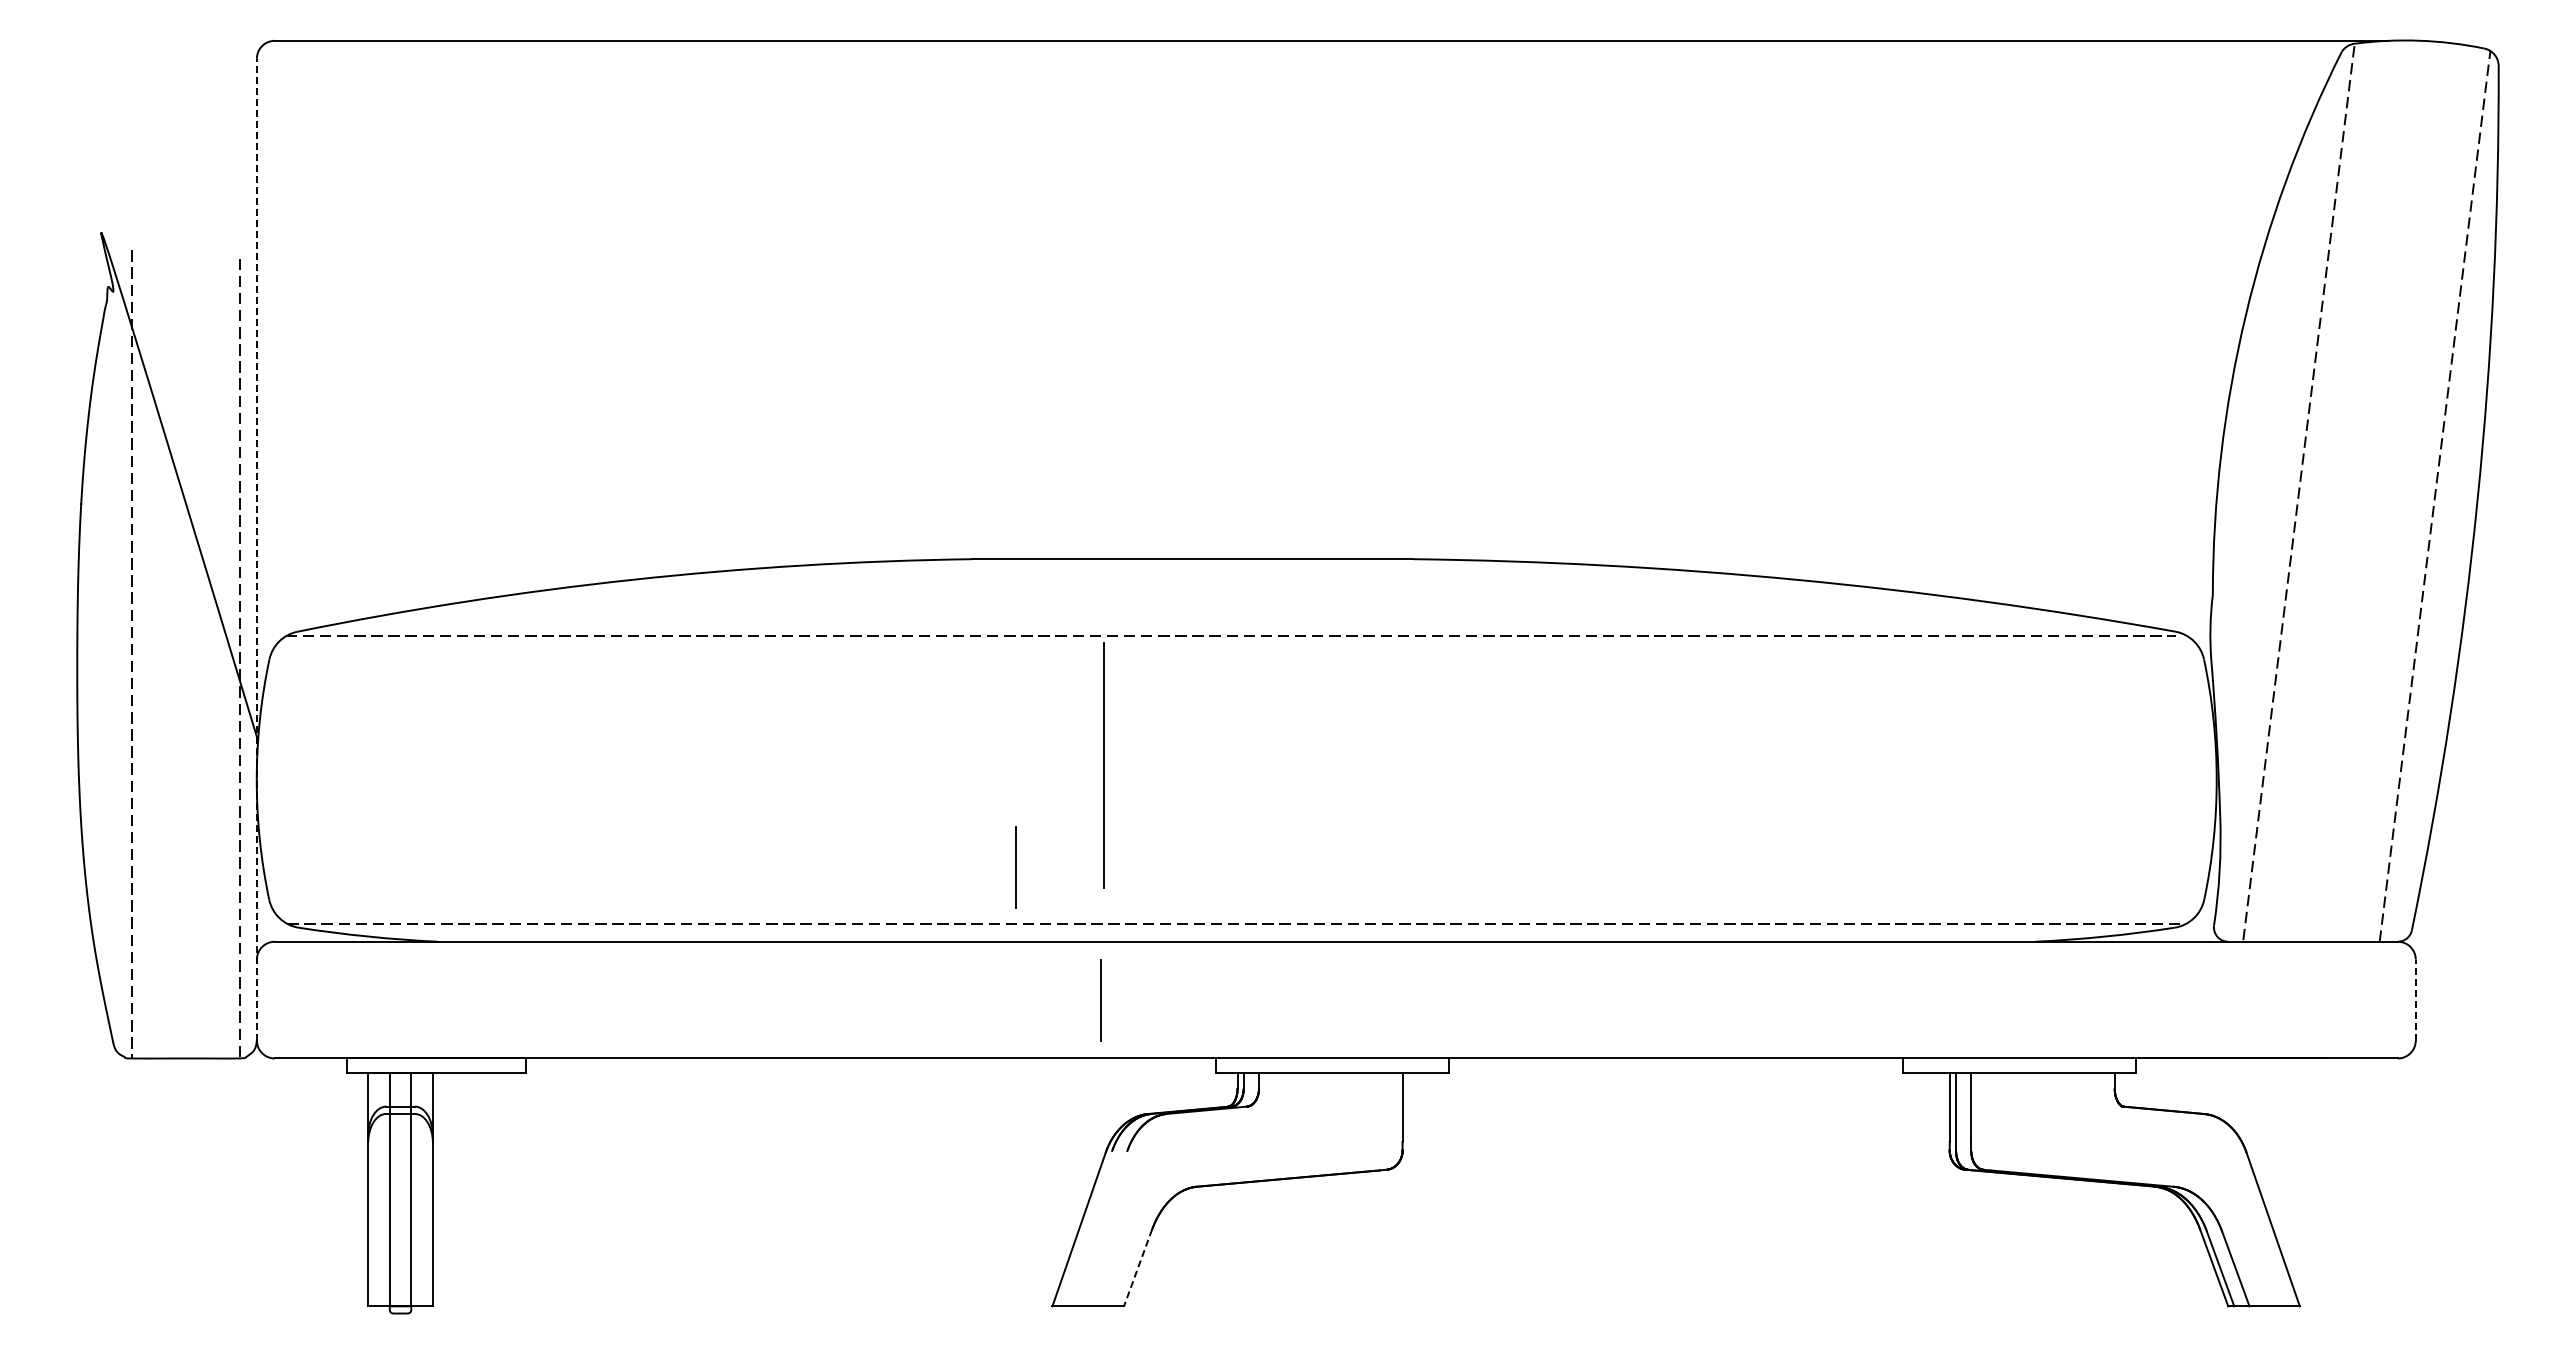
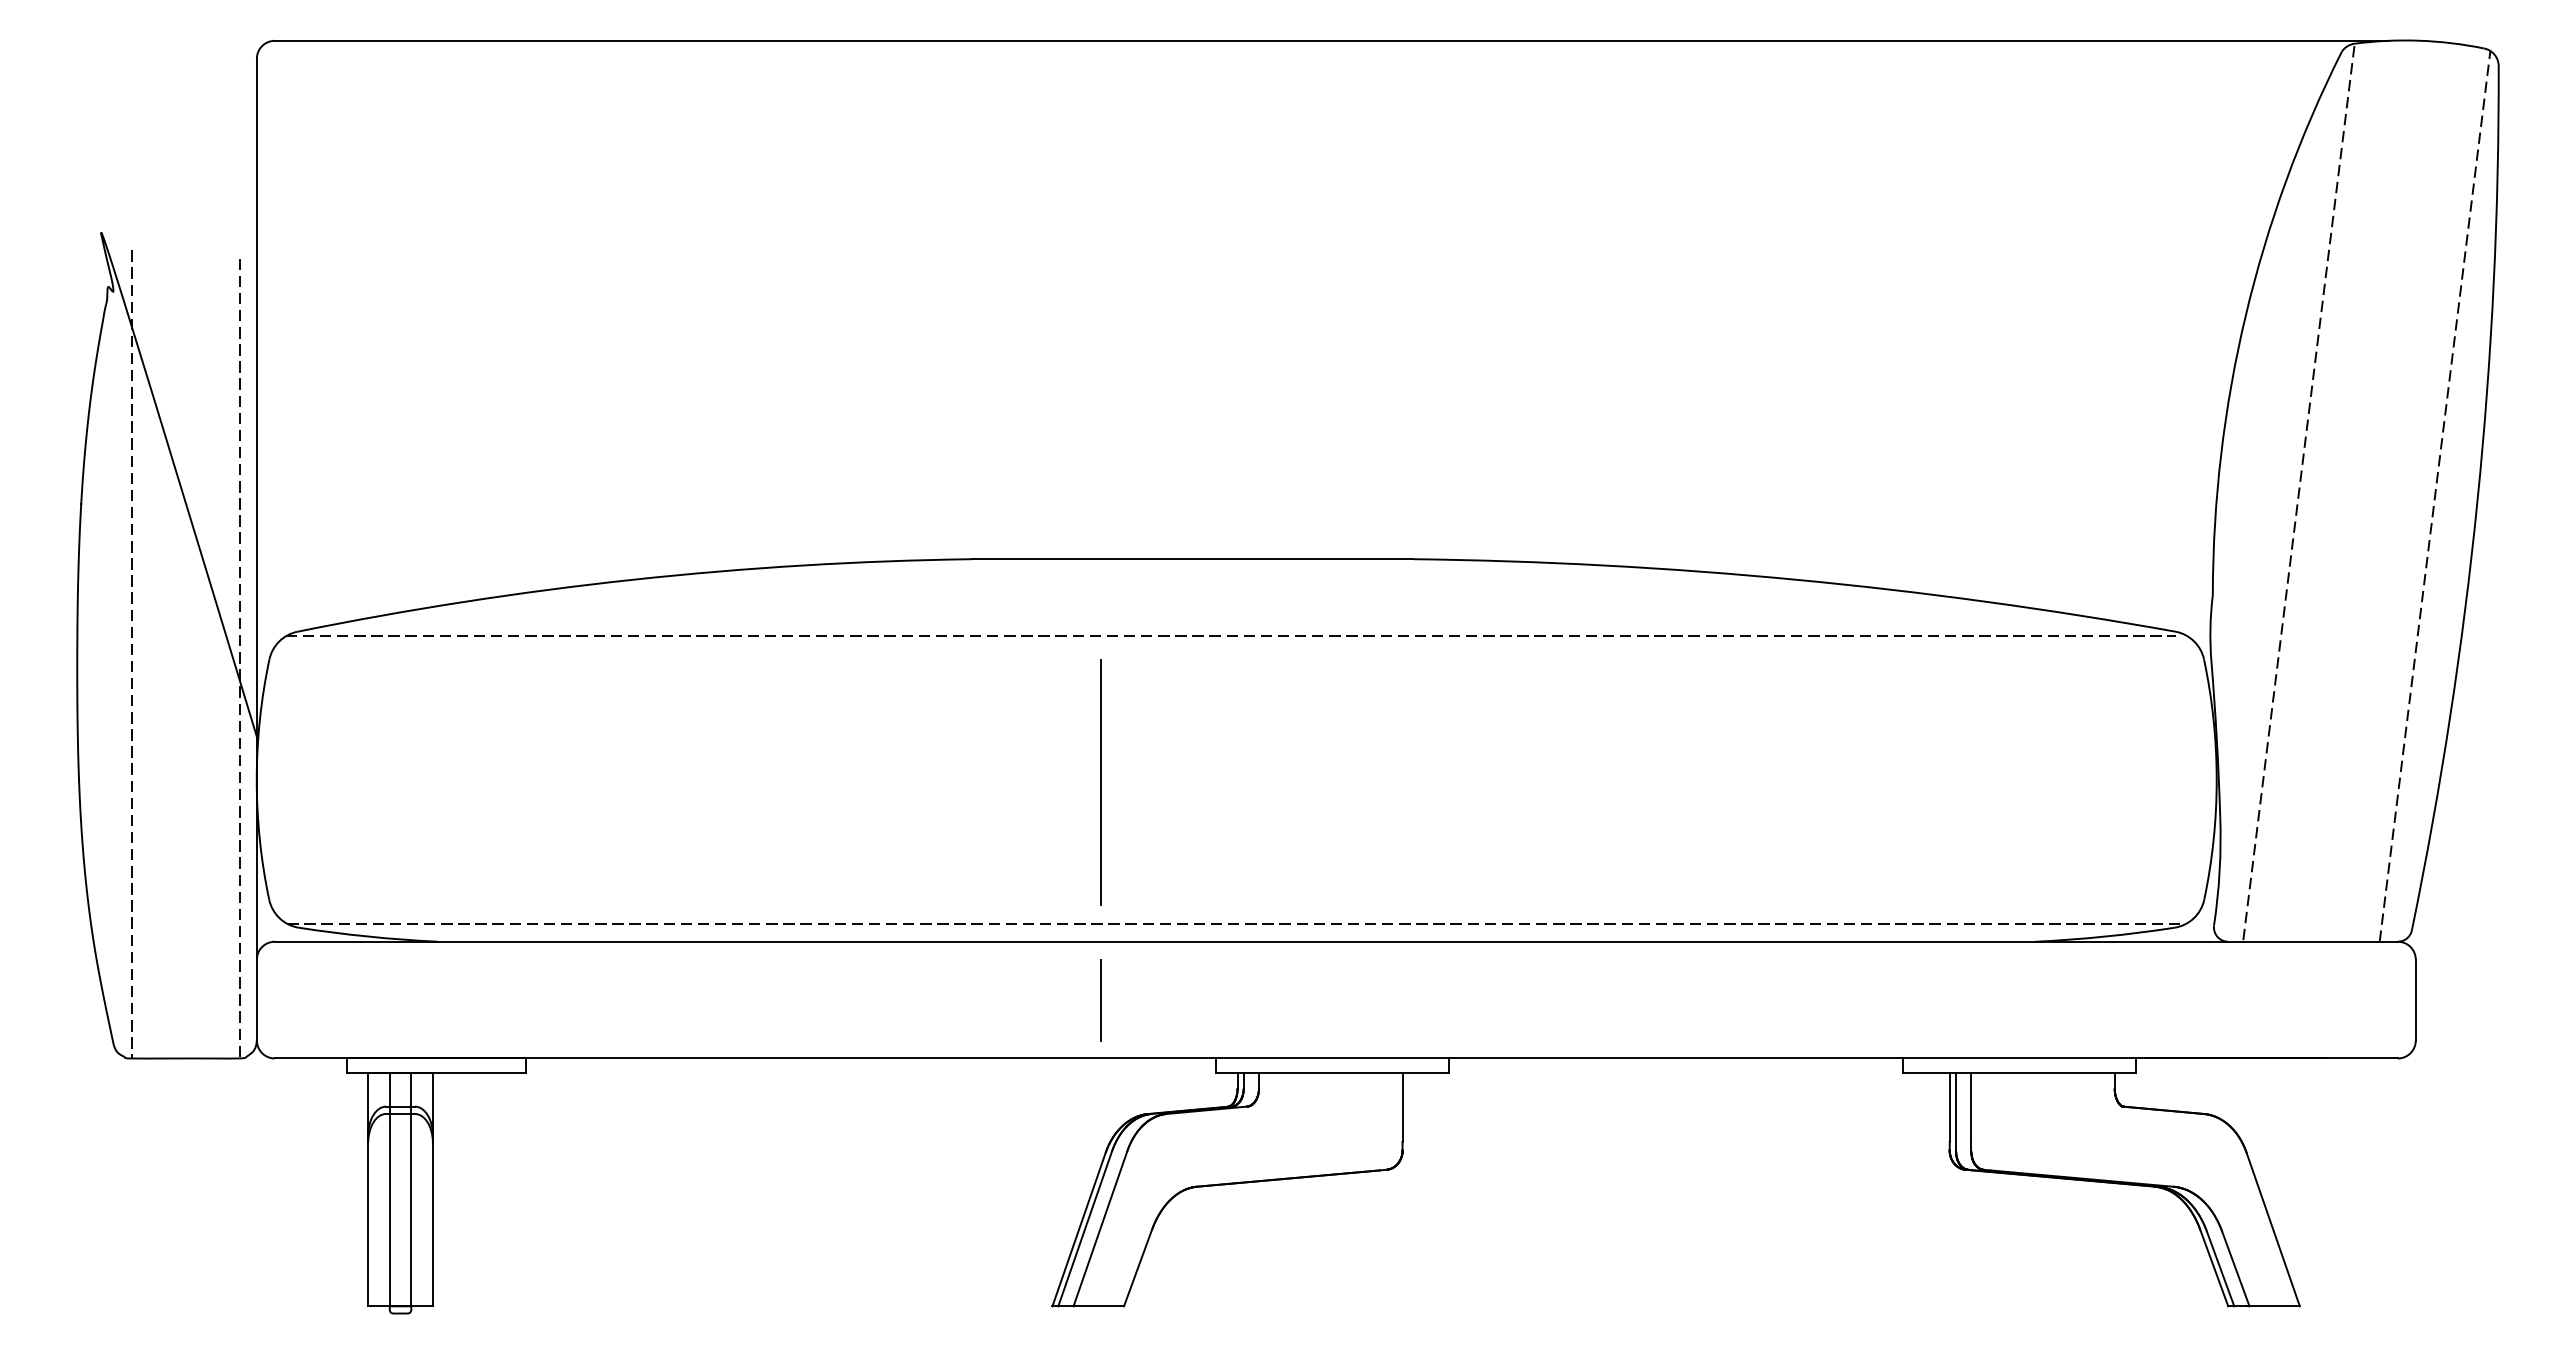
line at (256, 549): dashed -> solid
line at (1103, 765) position: (1103, 765) -> (1100, 782)
line at (1015, 867): present -> none
line at (2415, 999): dashed -> solid
line at (1085, 1228): none -> present
line at (1100, 1228): none -> present
line at (1138, 1267): dashed -> solid
